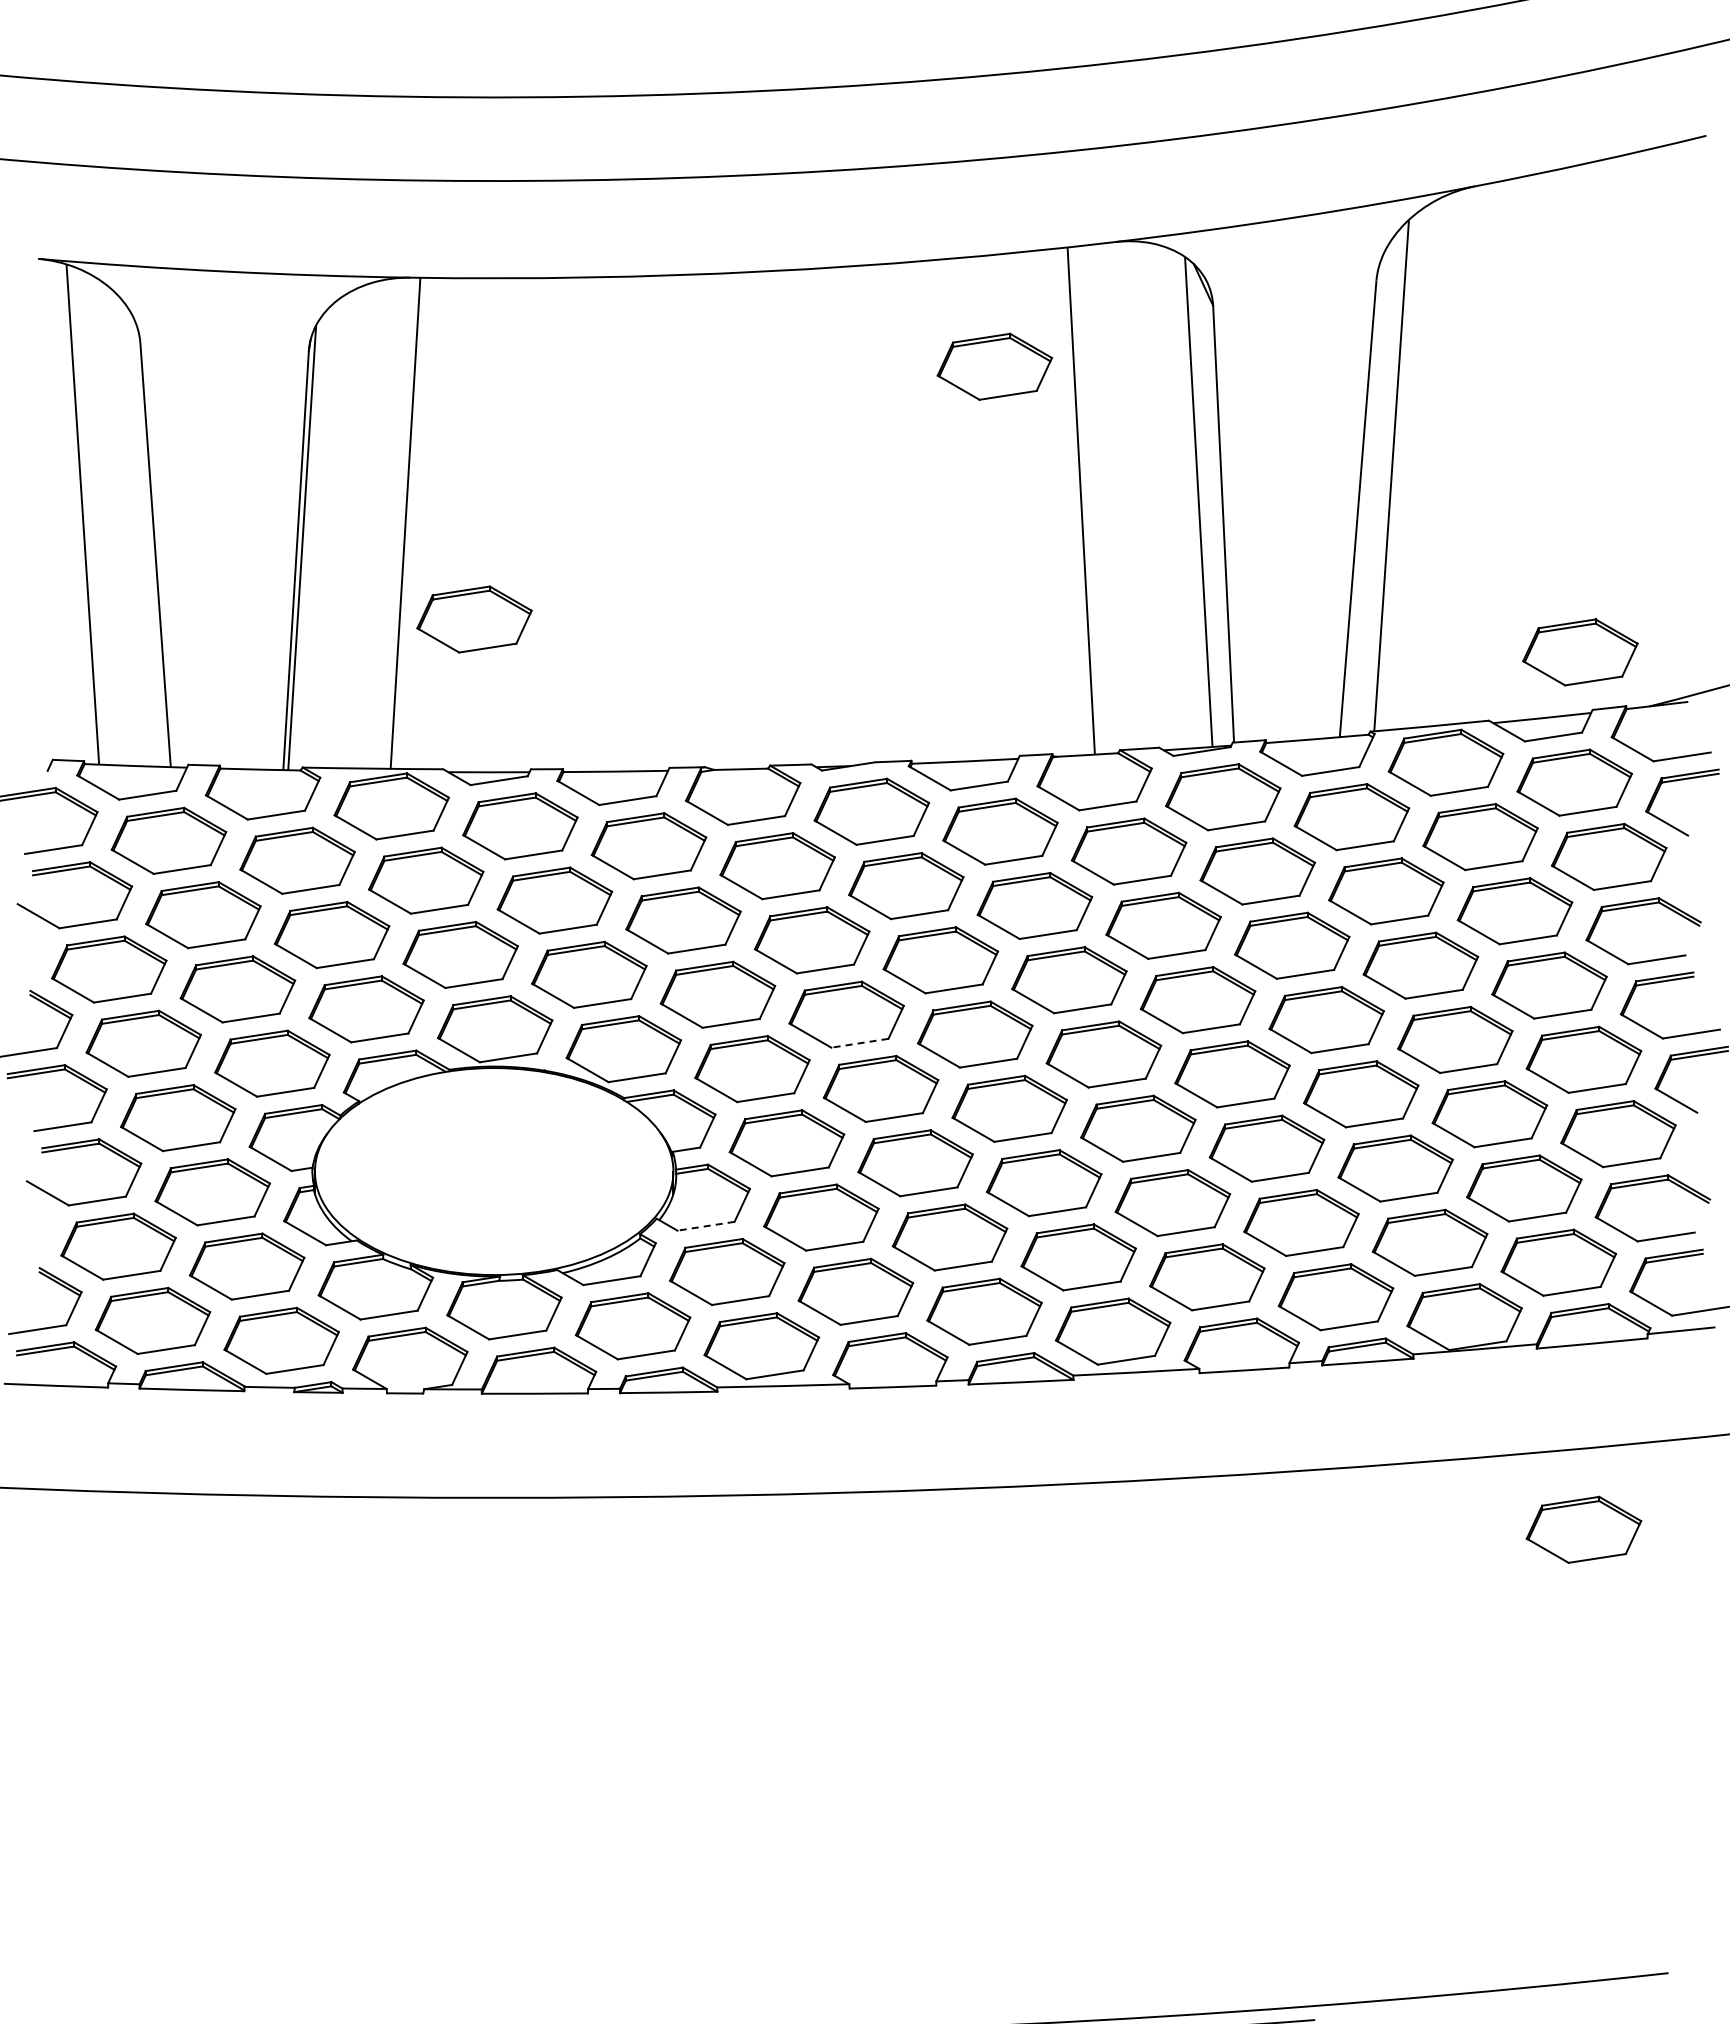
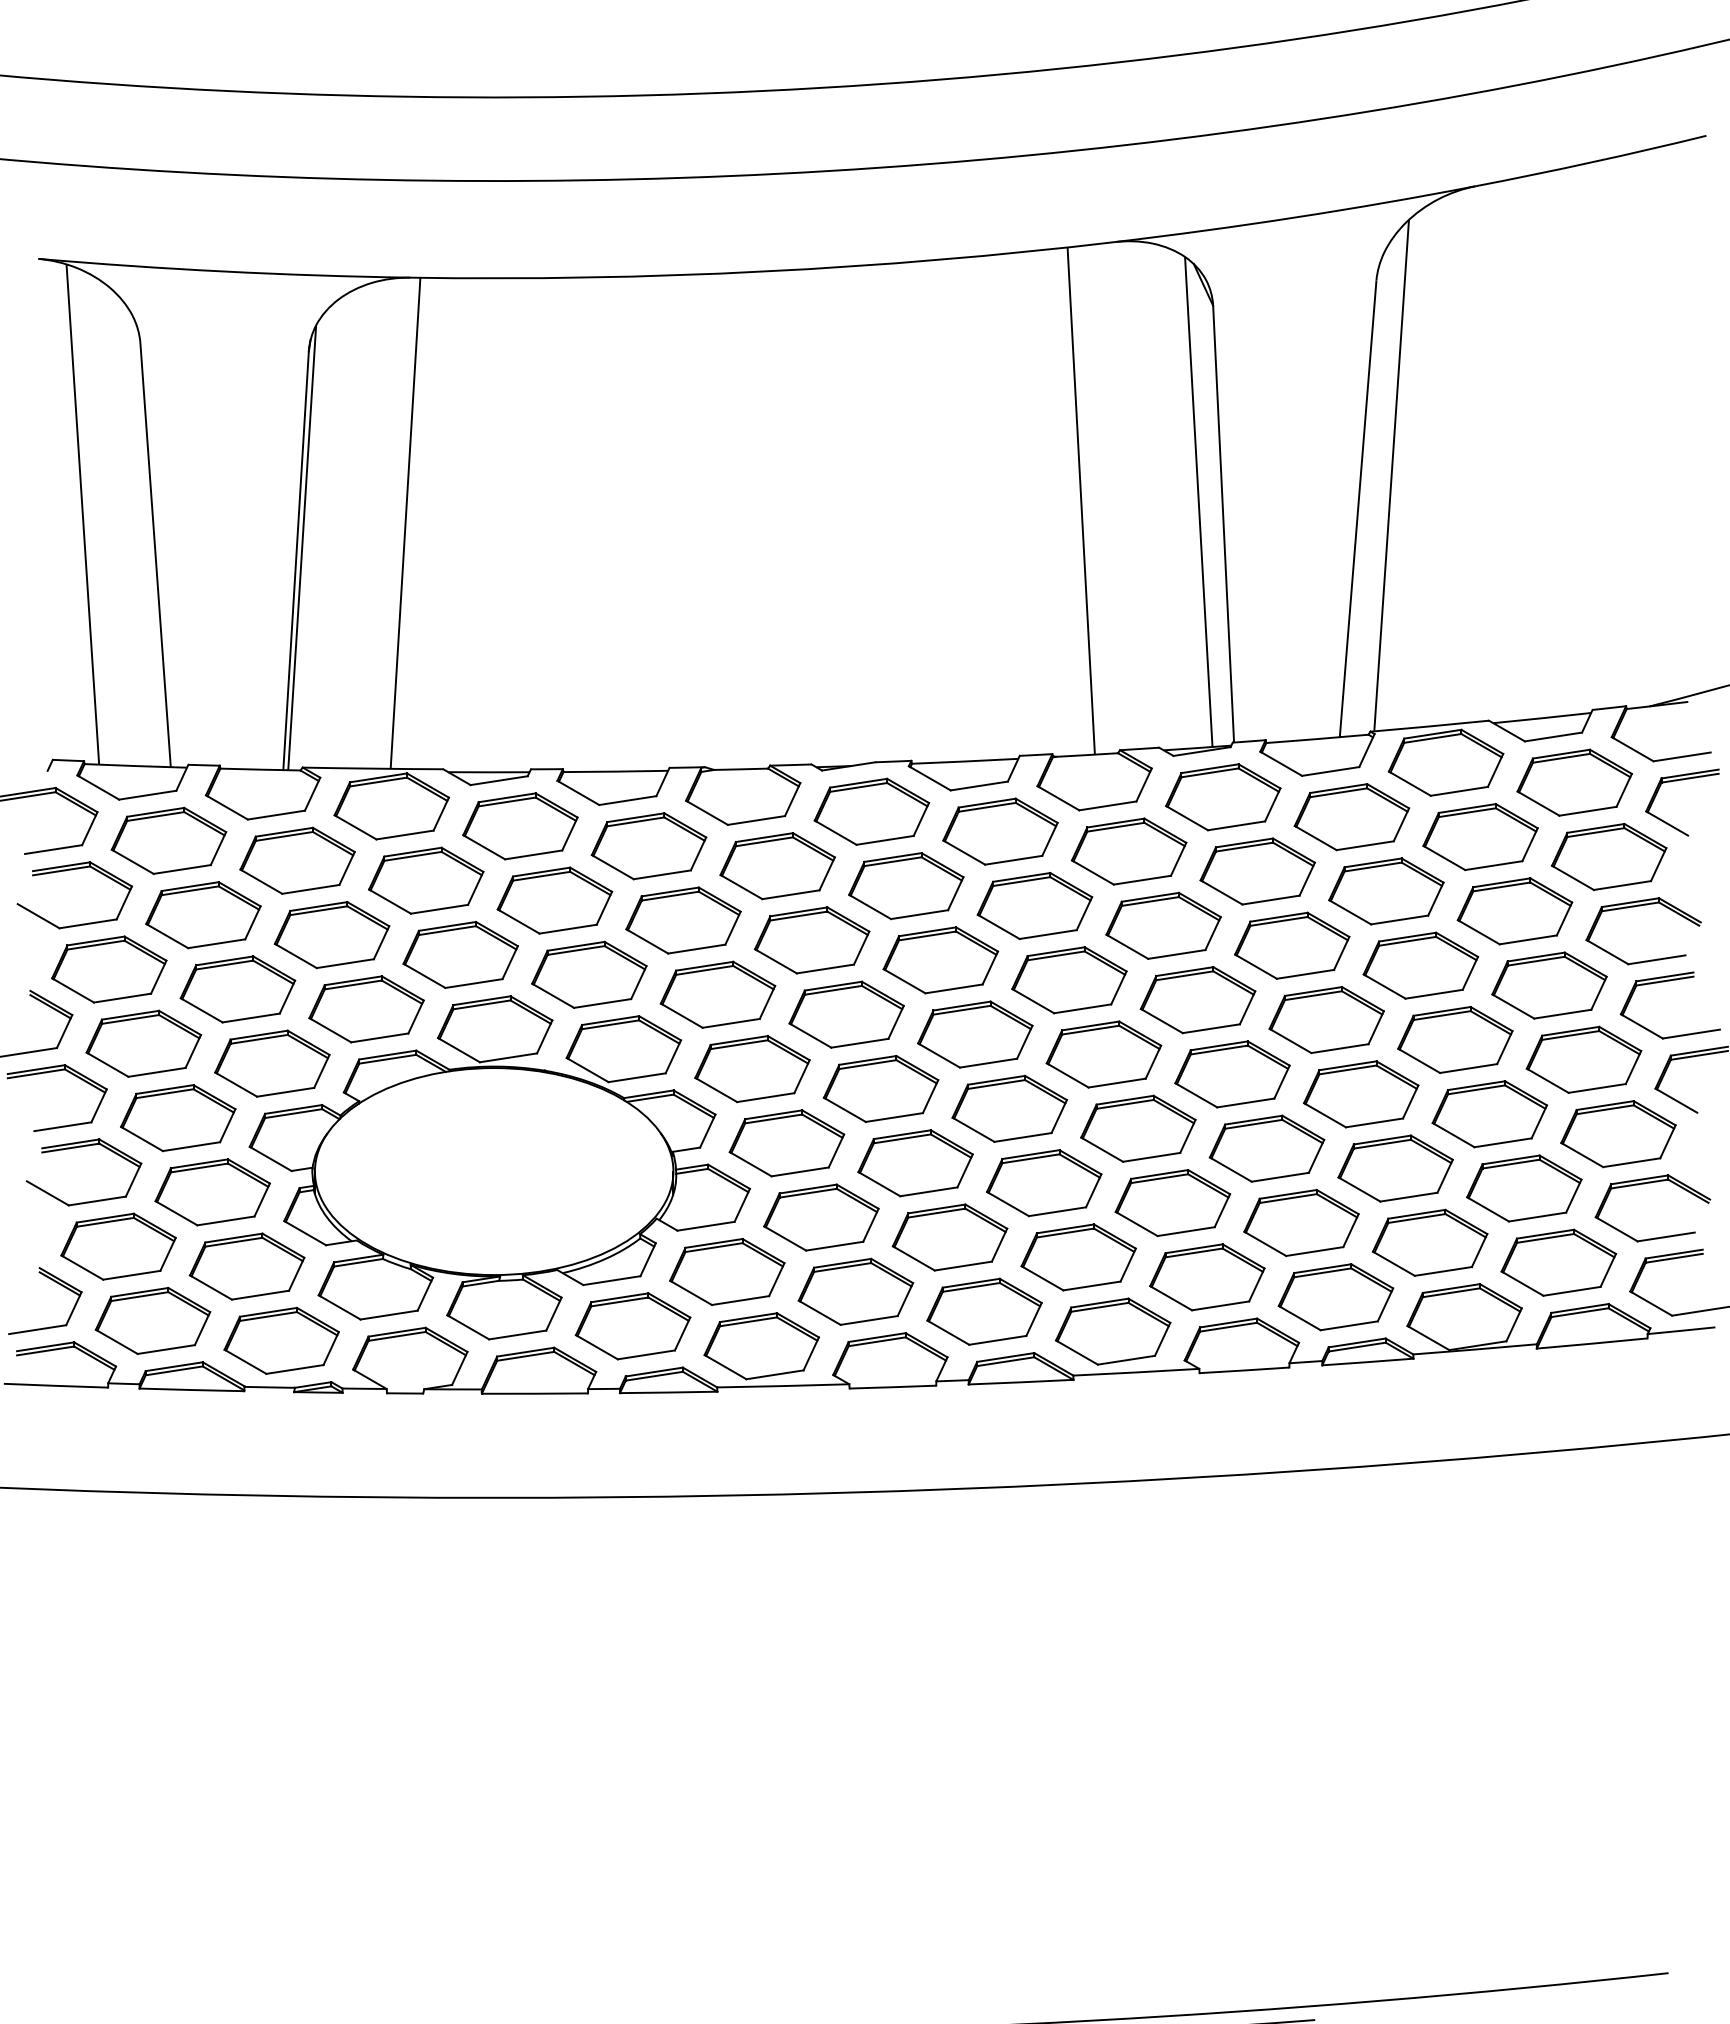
part at (994, 366): present -> none
part at (474, 619): present -> none
part at (1580, 652): present -> none
line at (859, 1043): dashed -> solid
line at (706, 1226): dashed -> solid
part at (1583, 1529): present -> none
